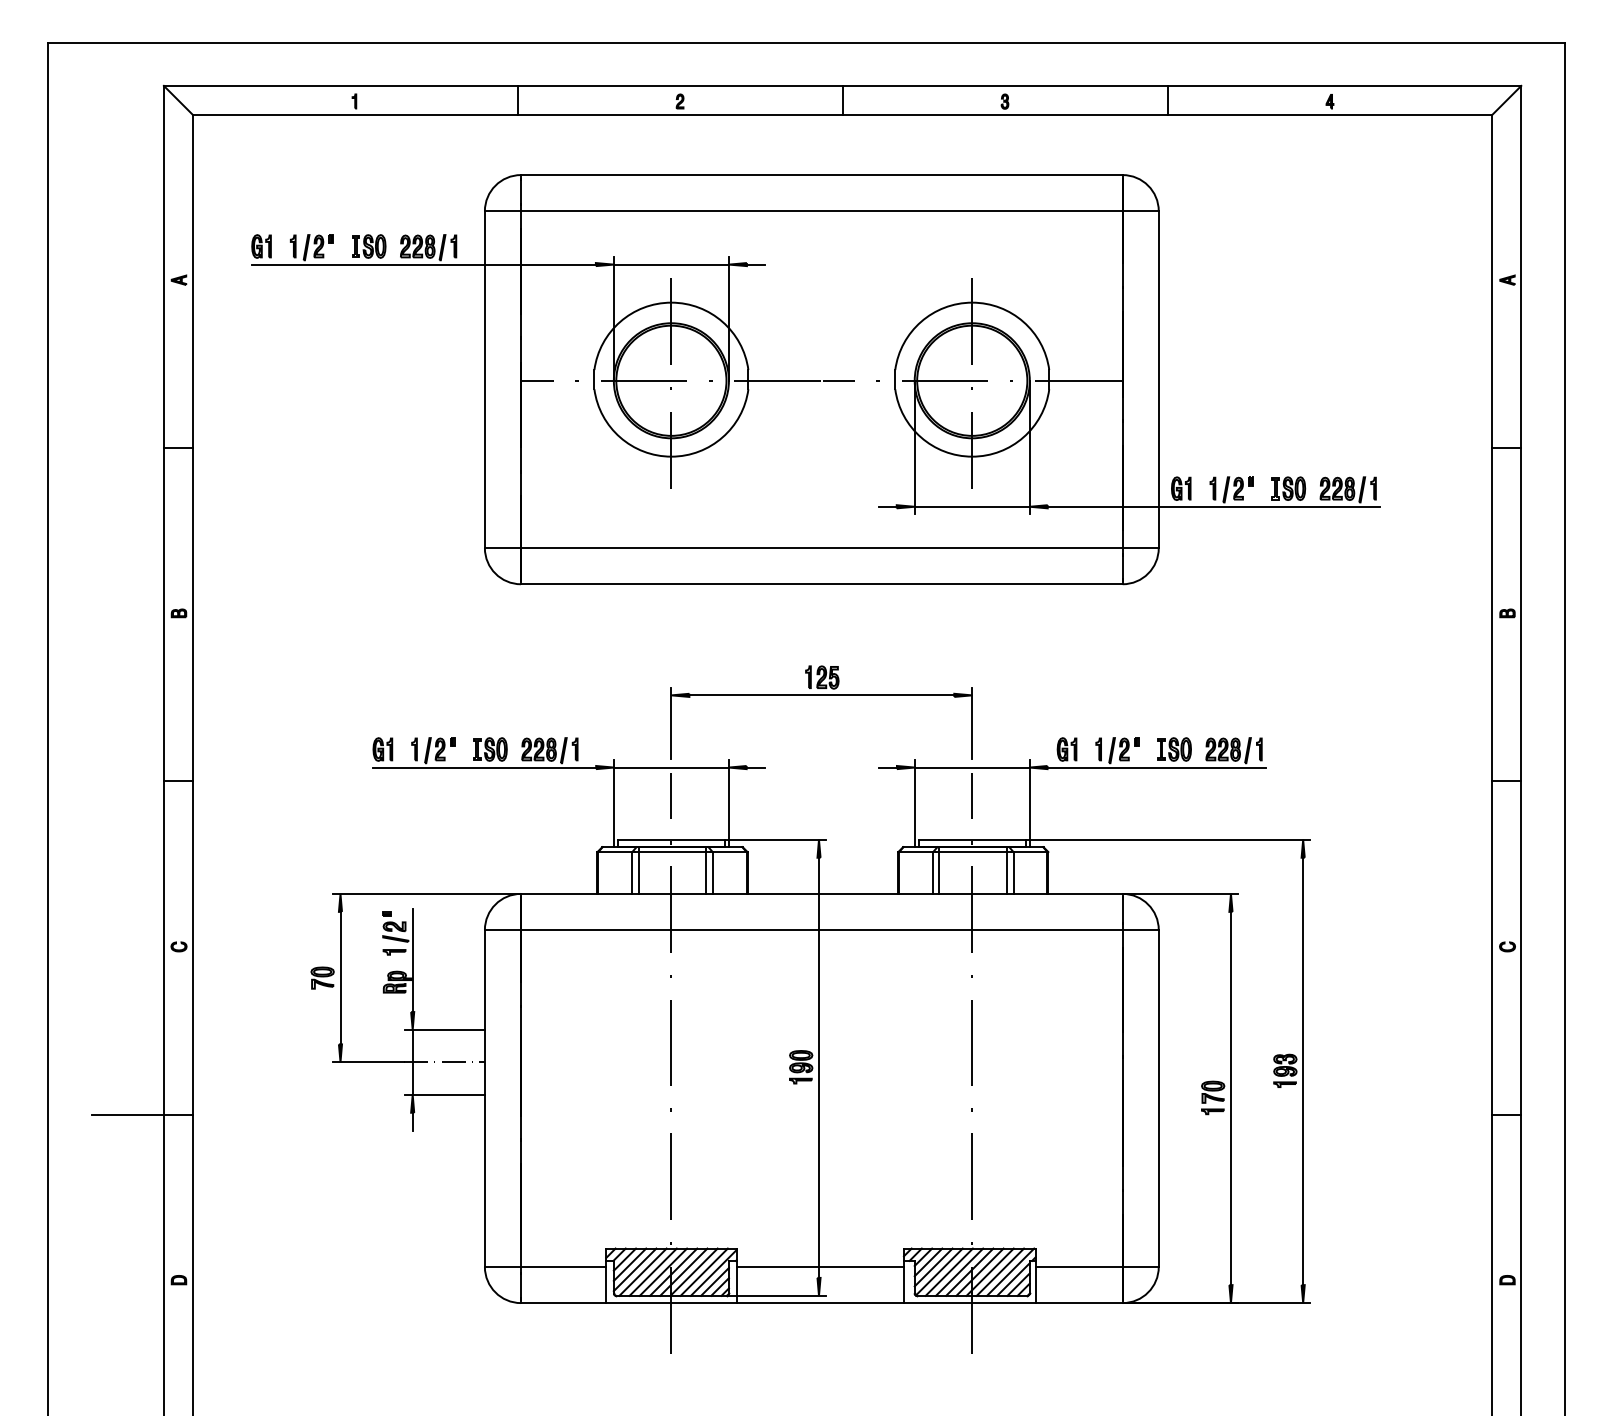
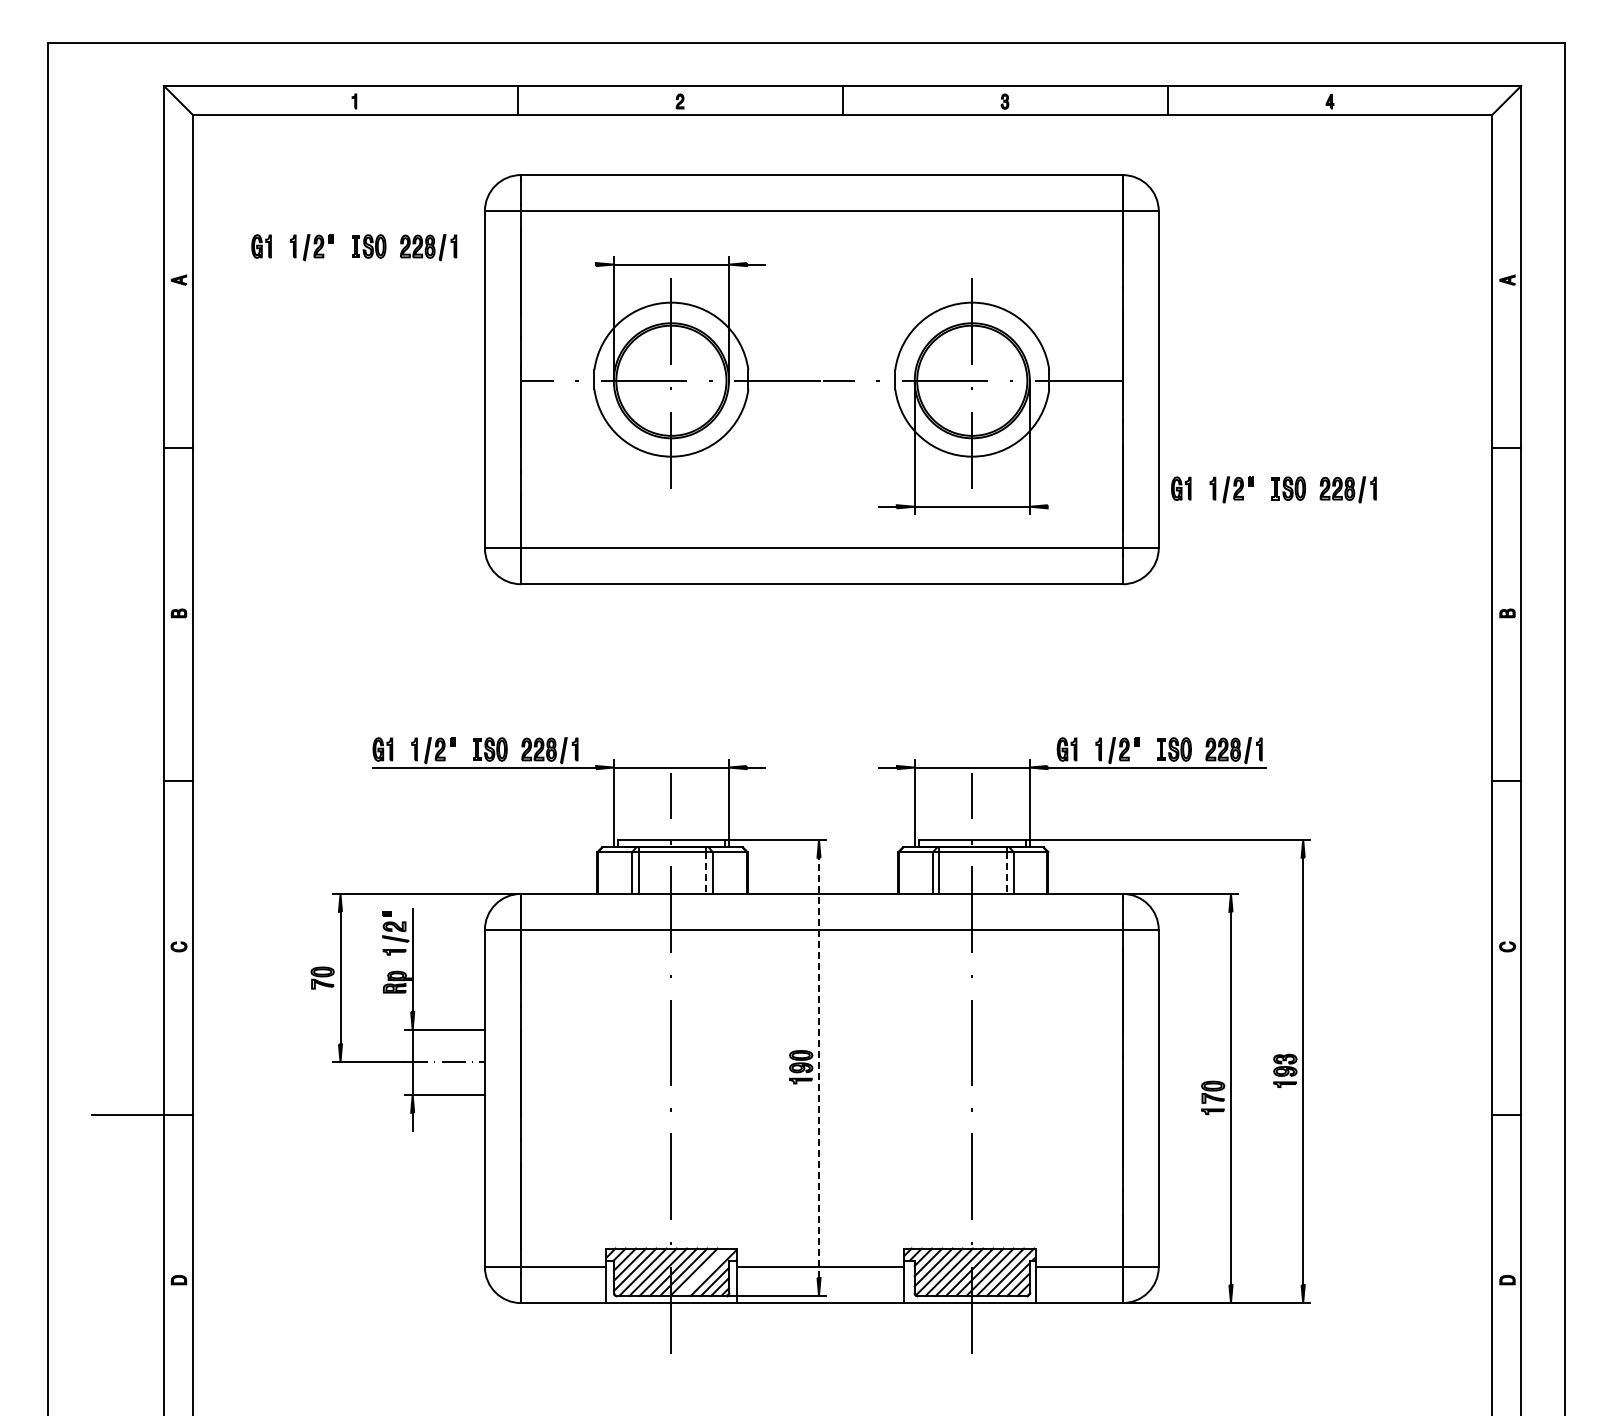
line at (423, 264): present -> none
line at (1213, 506): present -> none
part at (821, 695): present -> none
line at (706, 872): solid -> dashed
line at (1007, 872): solid -> dashed
line at (818, 1067): solid -> dashed
line at (703, 1271): present -> none
